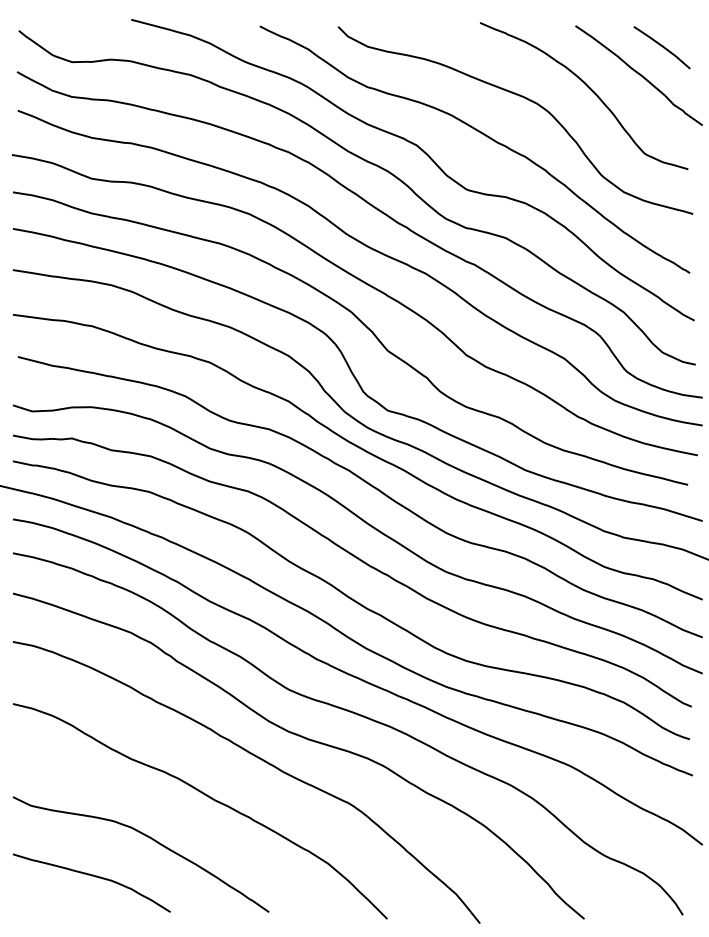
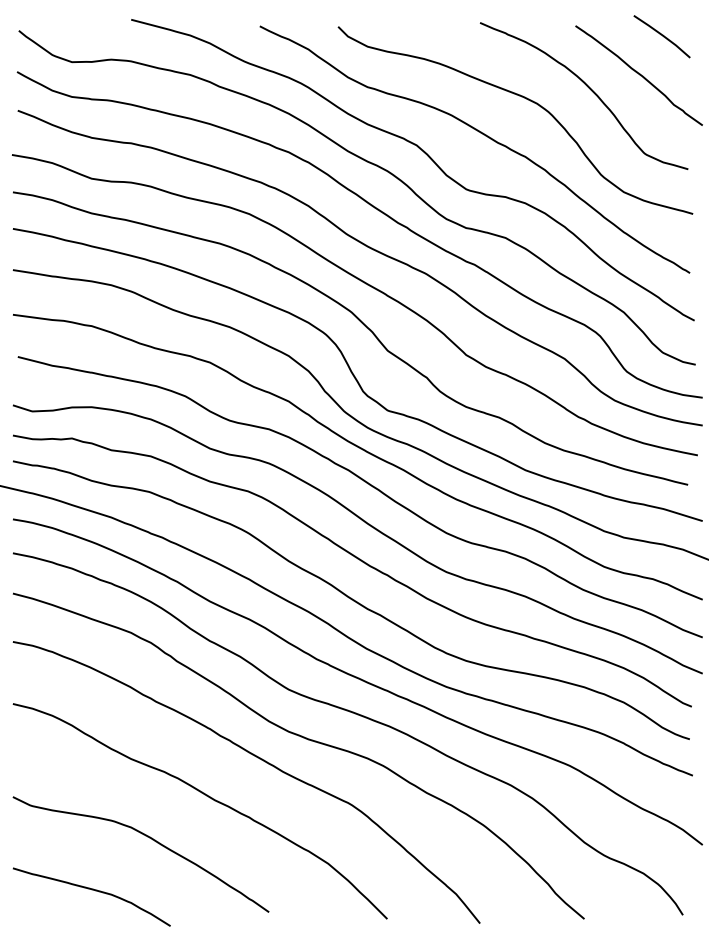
line at (661, 46) position: (661, 46) -> (661, 35)
curve at (91, 876) position: (91, 876) -> (91, 890)
